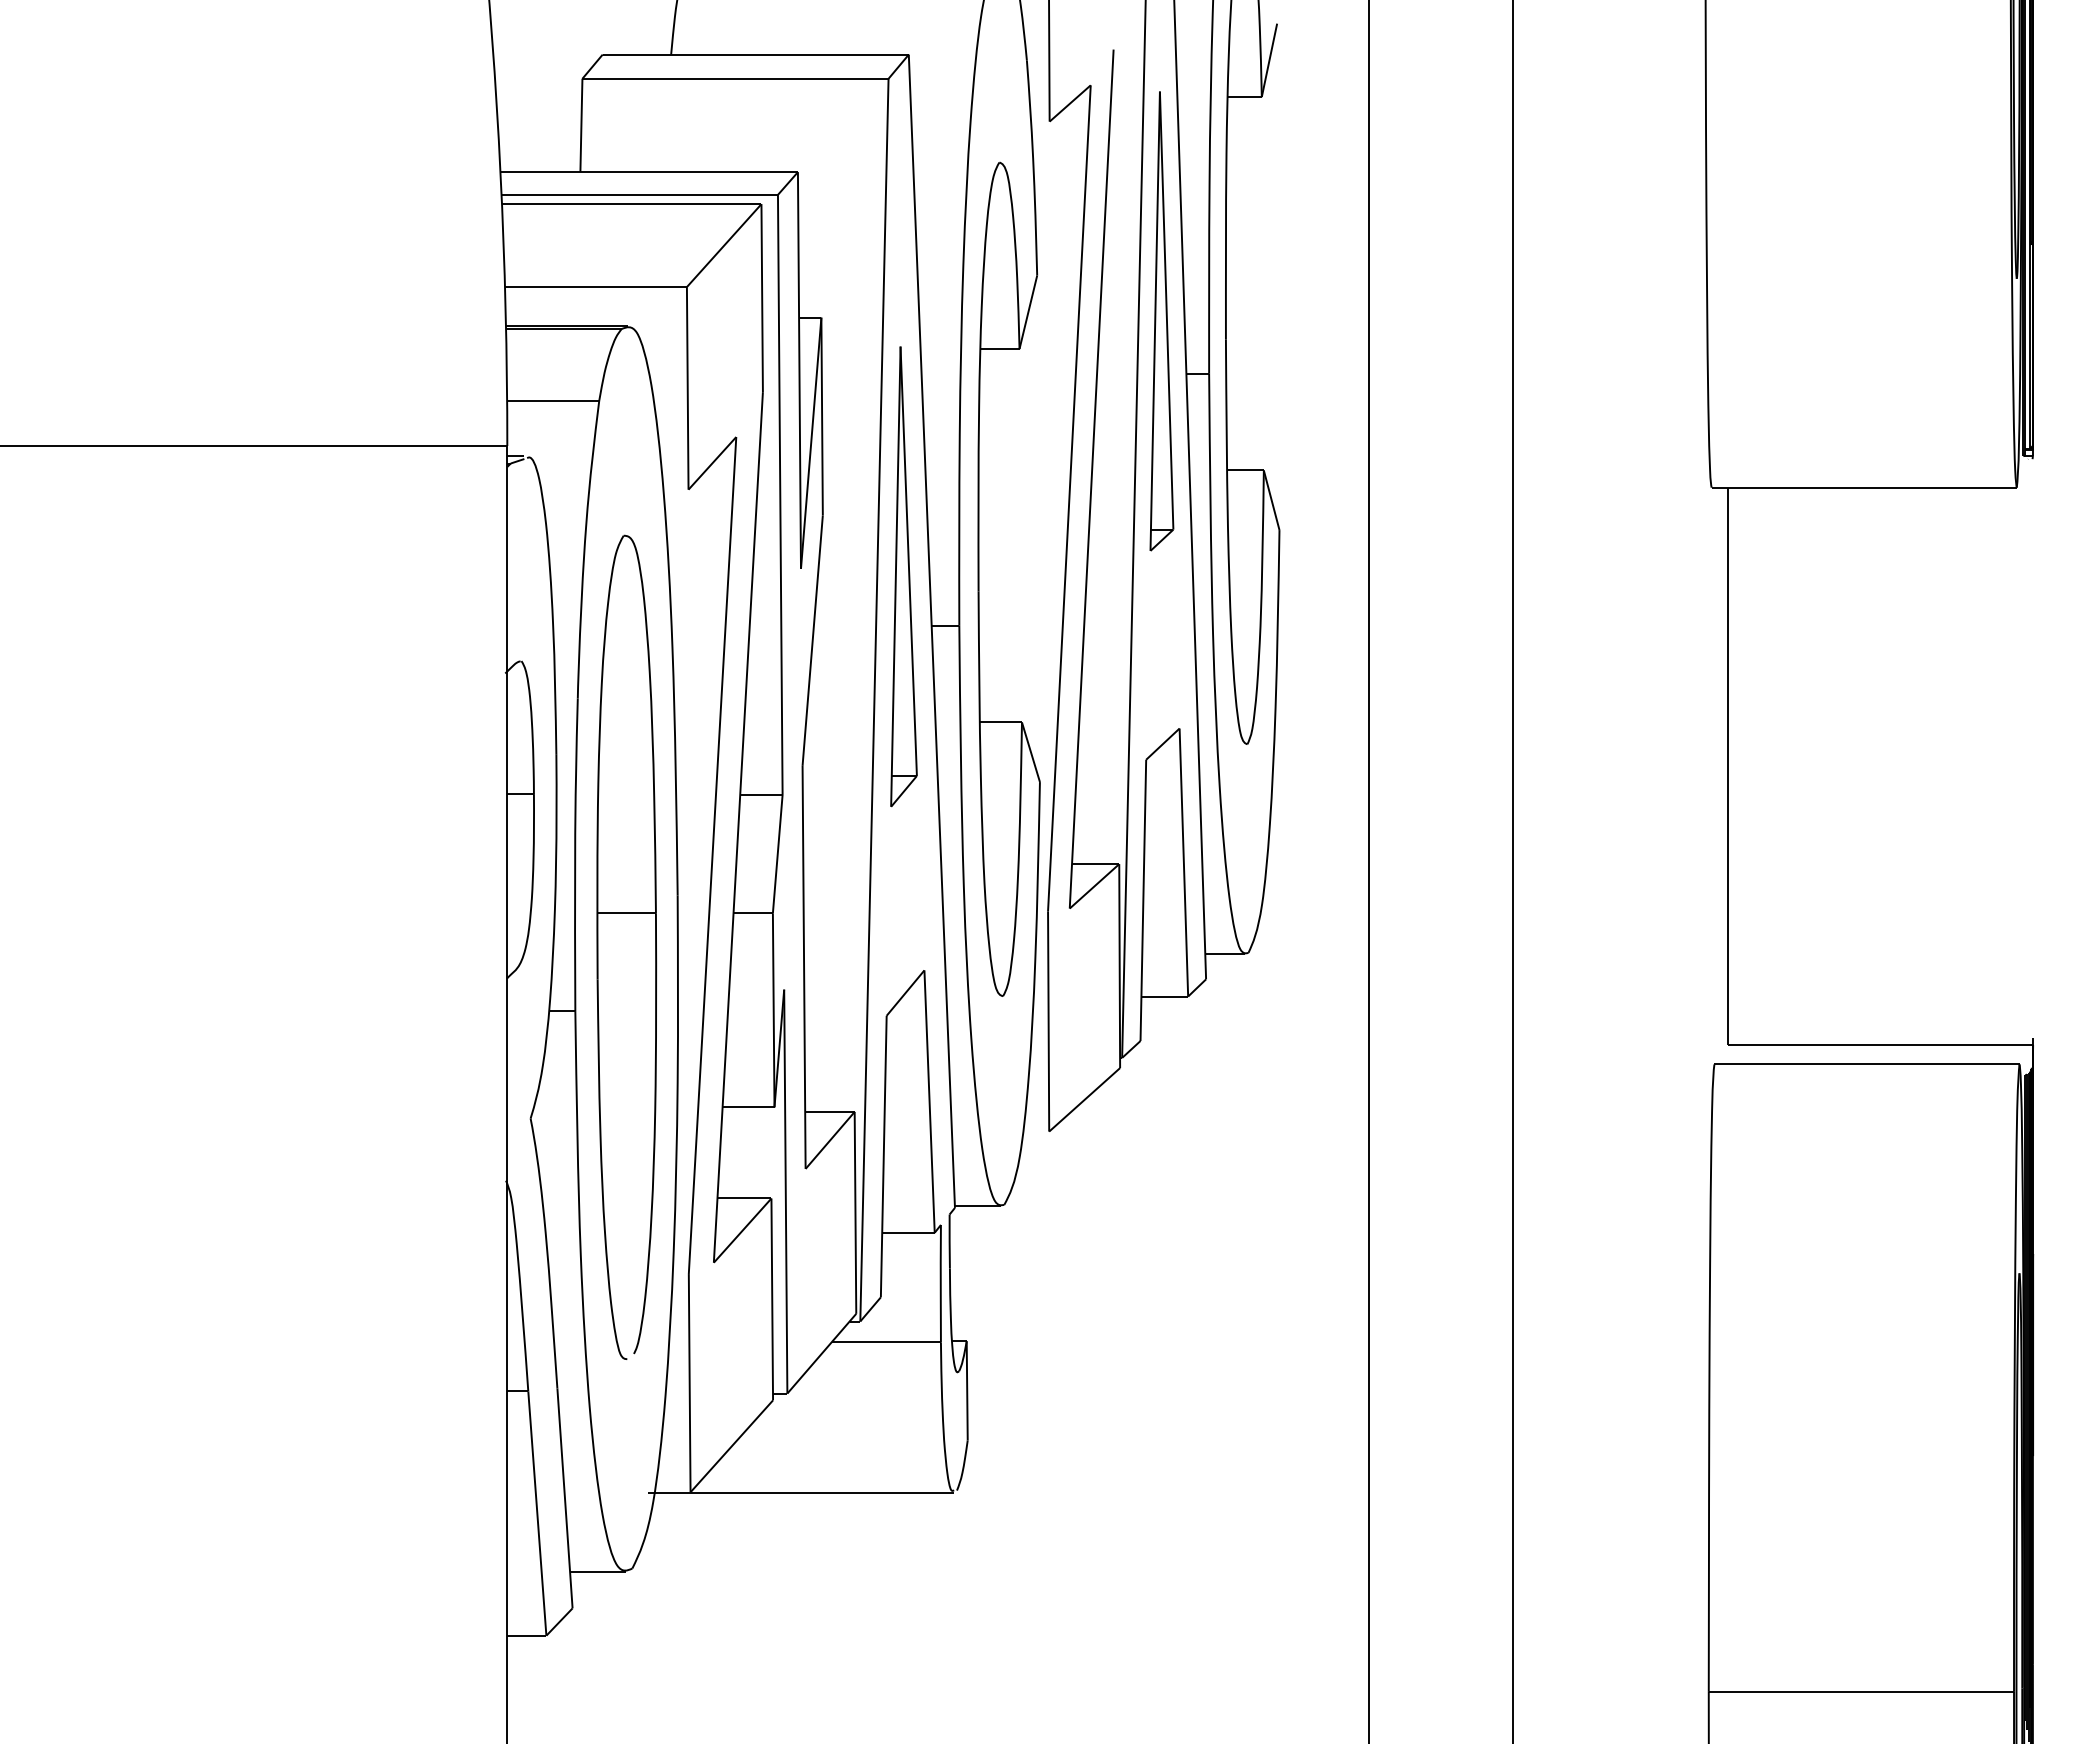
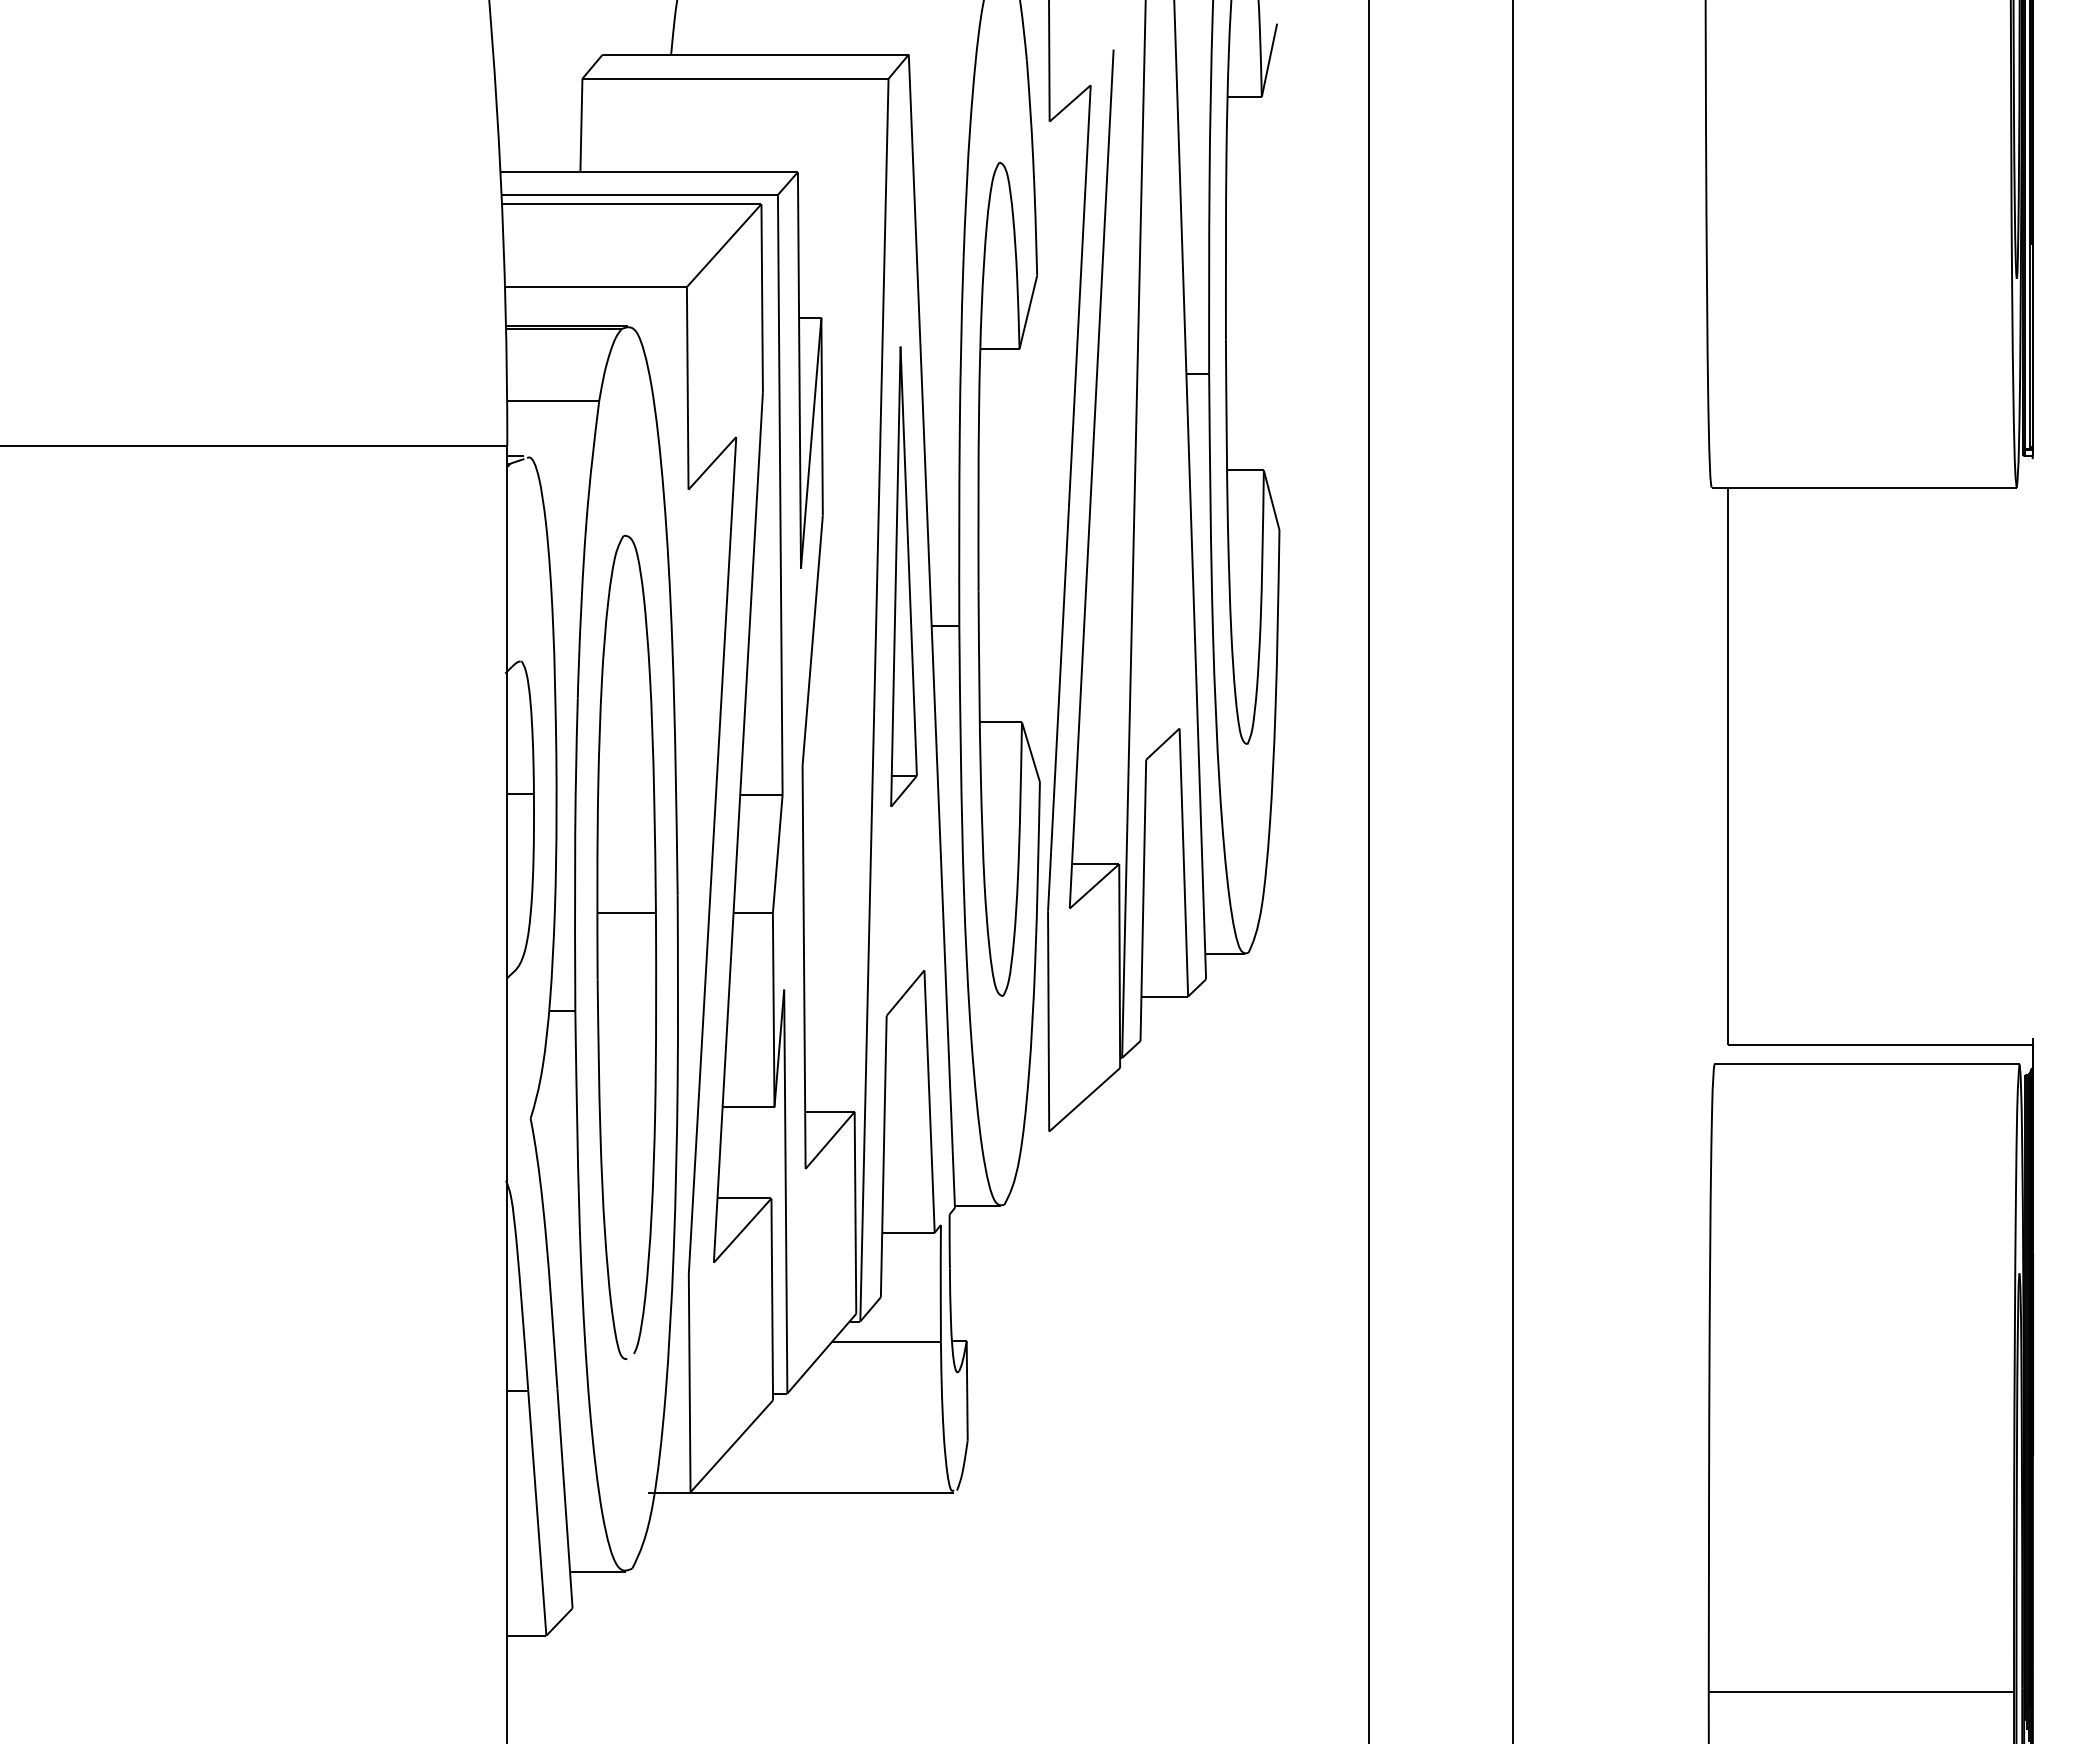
part at (1161, 321): present -> none
